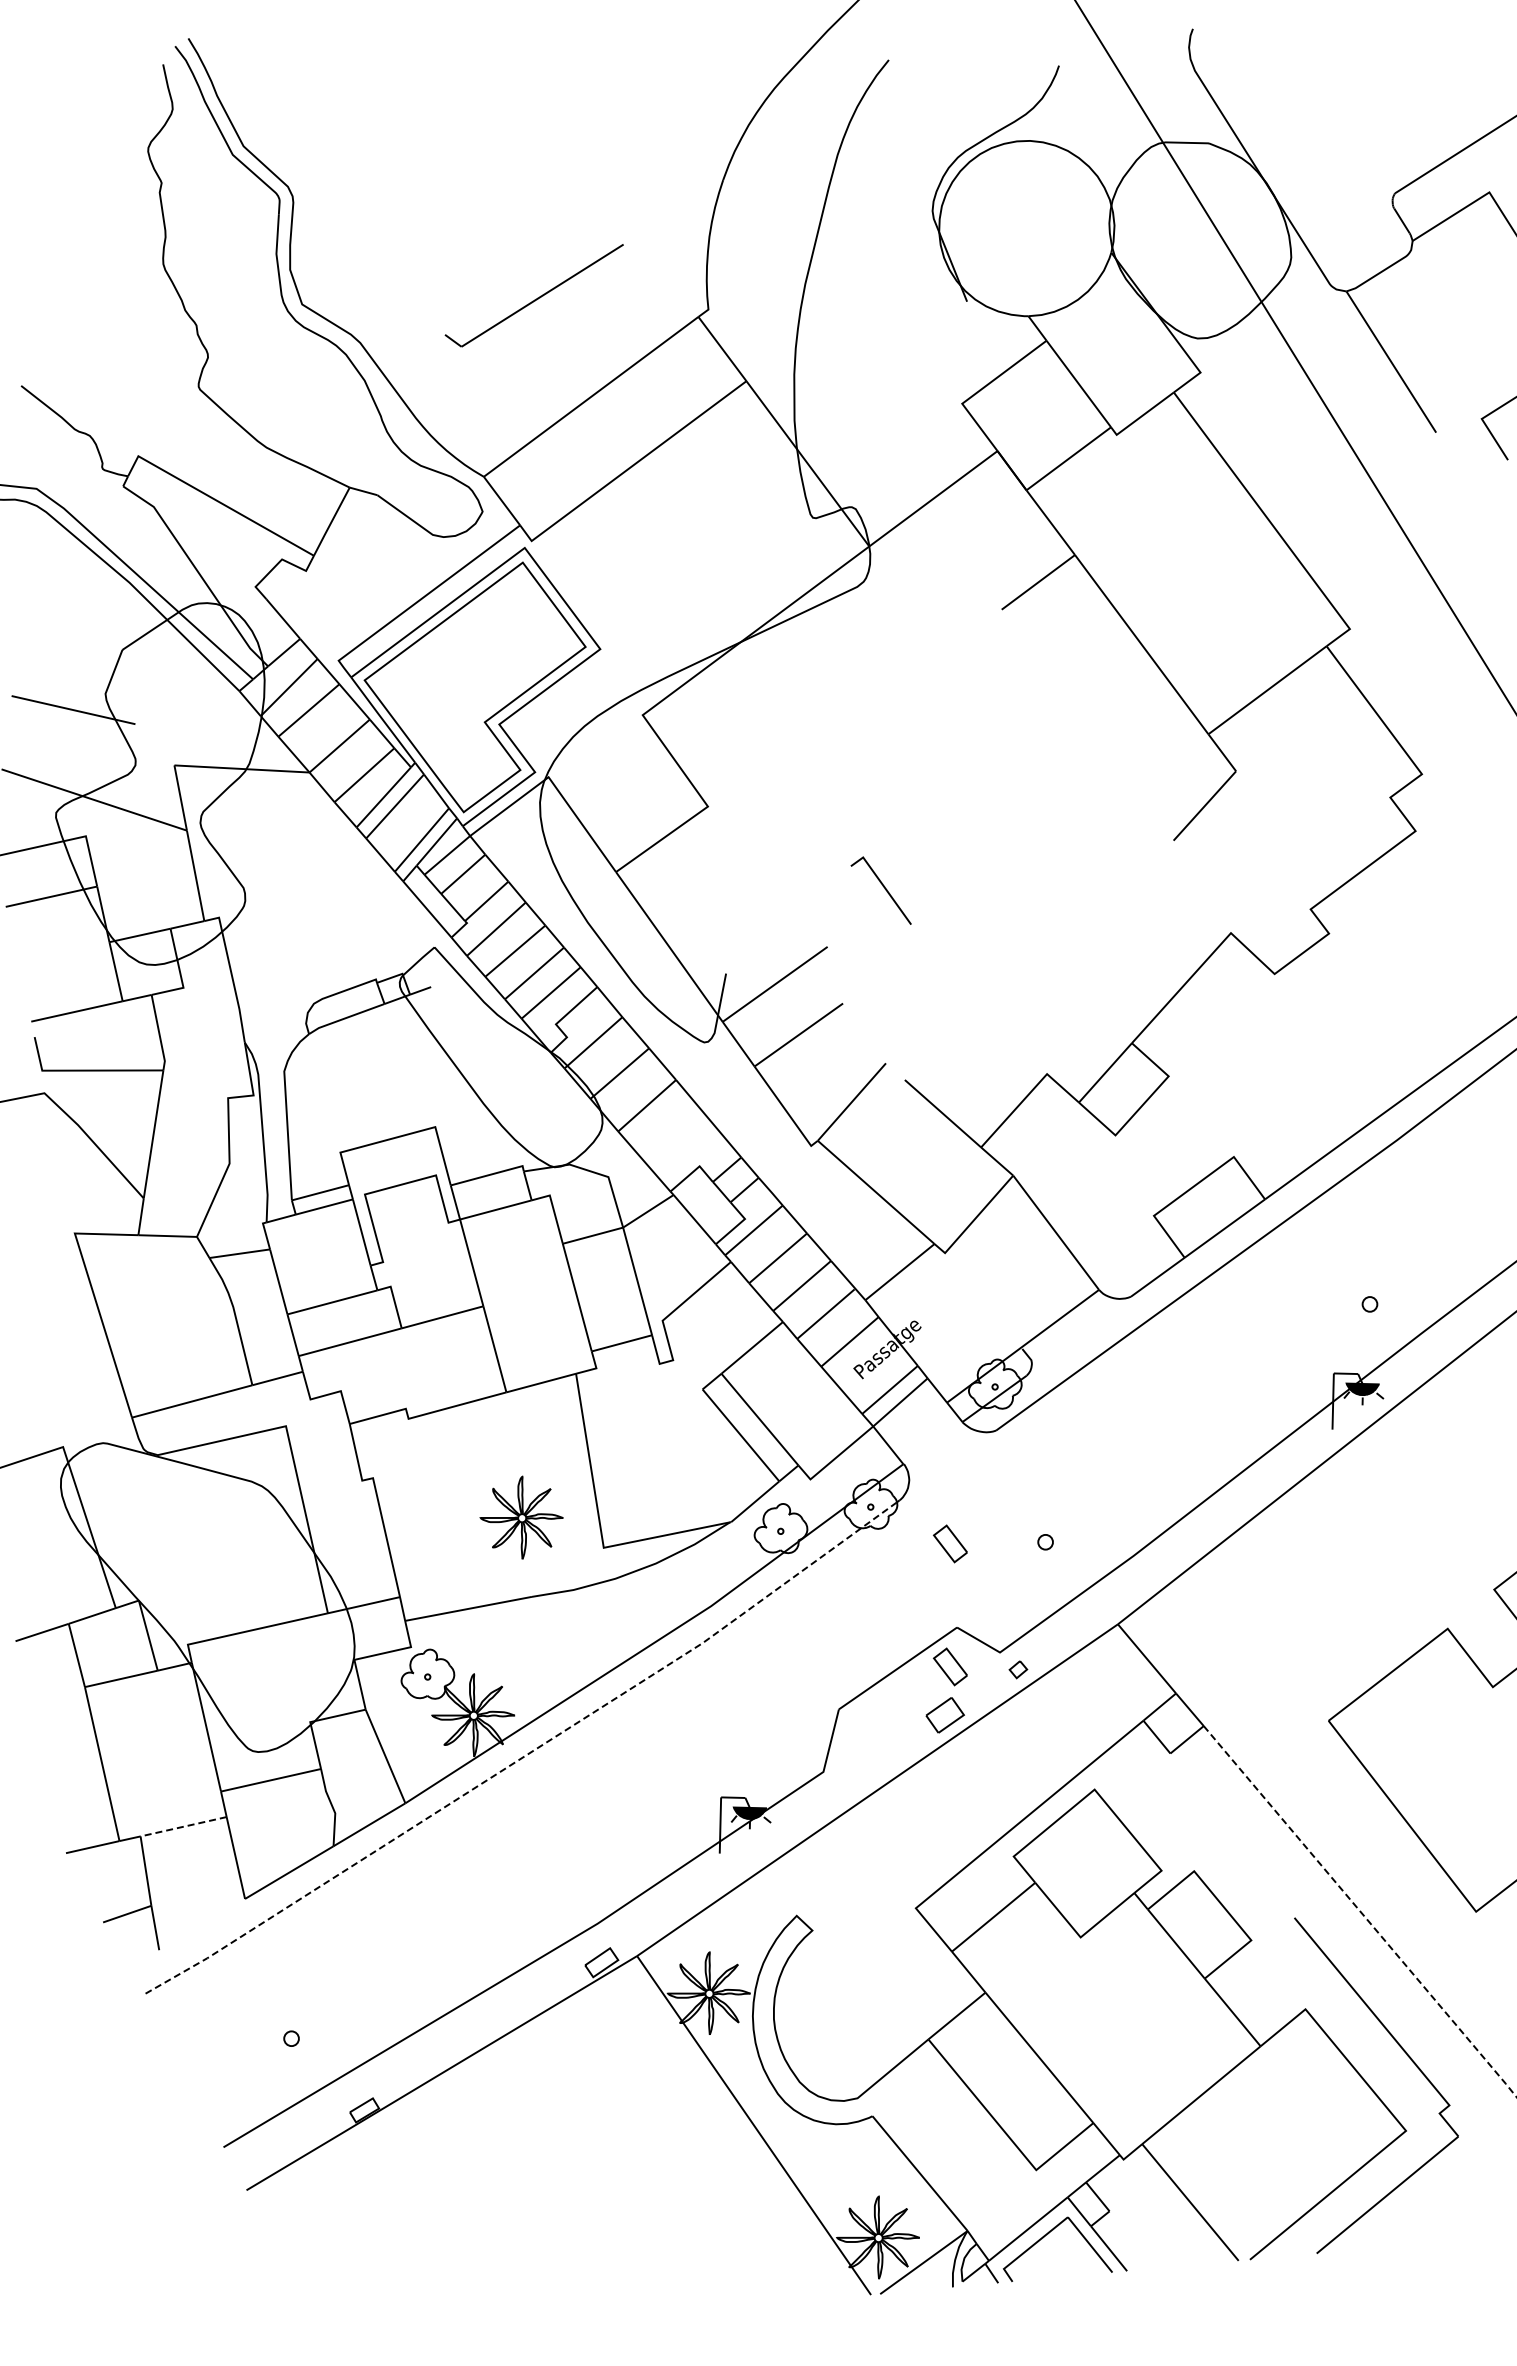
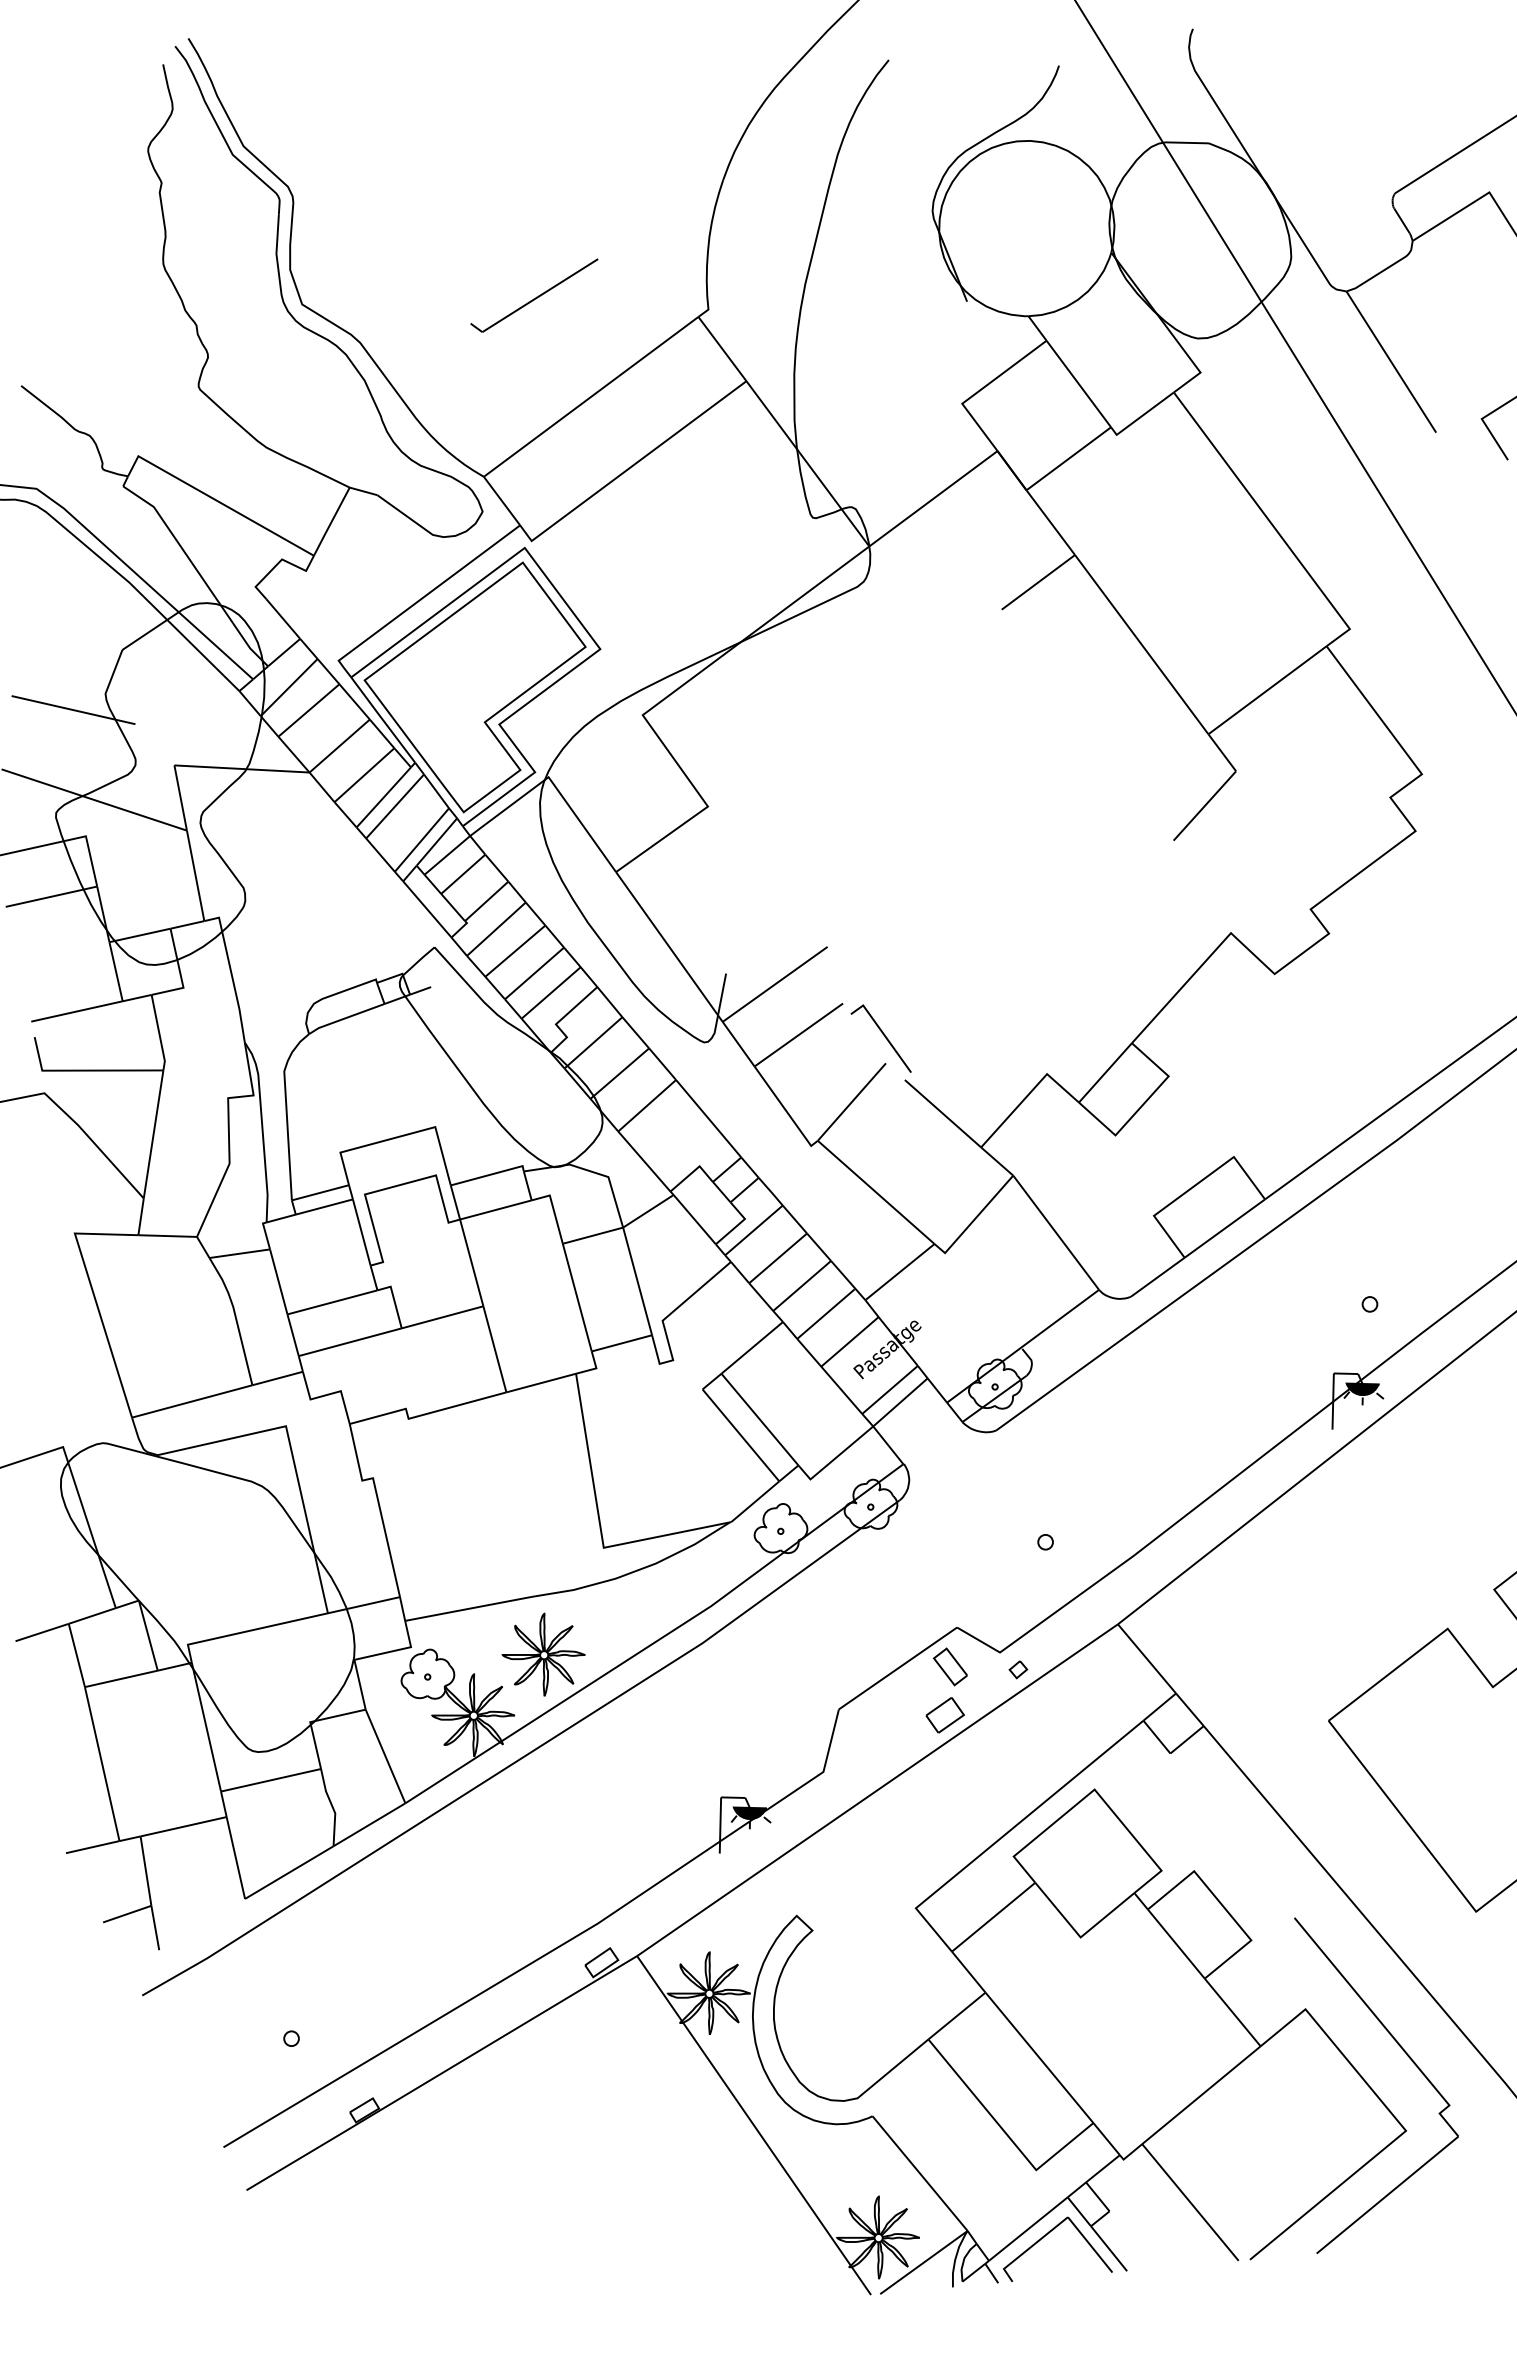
part at (533, 295) size: 180x104 px -> 129x75 px
line at (884, 889) position: (884, 889) -> (884, 1037)
part at (521, 1517) position: (521, 1517) -> (543, 1654)
part at (949, 1543): present -> none
line at (524, 1756): dashed -> solid
line at (183, 1826): dashed -> solid
line at (1360, 1912): dashed -> solid
